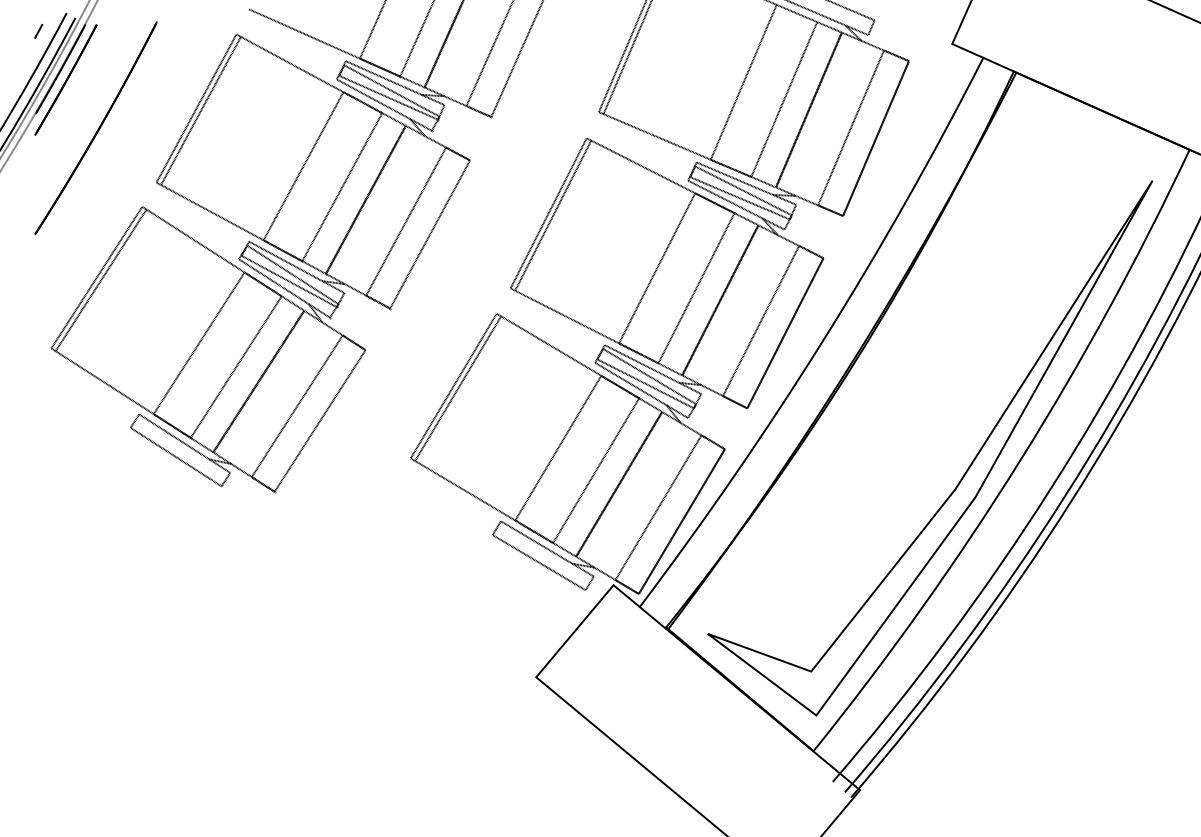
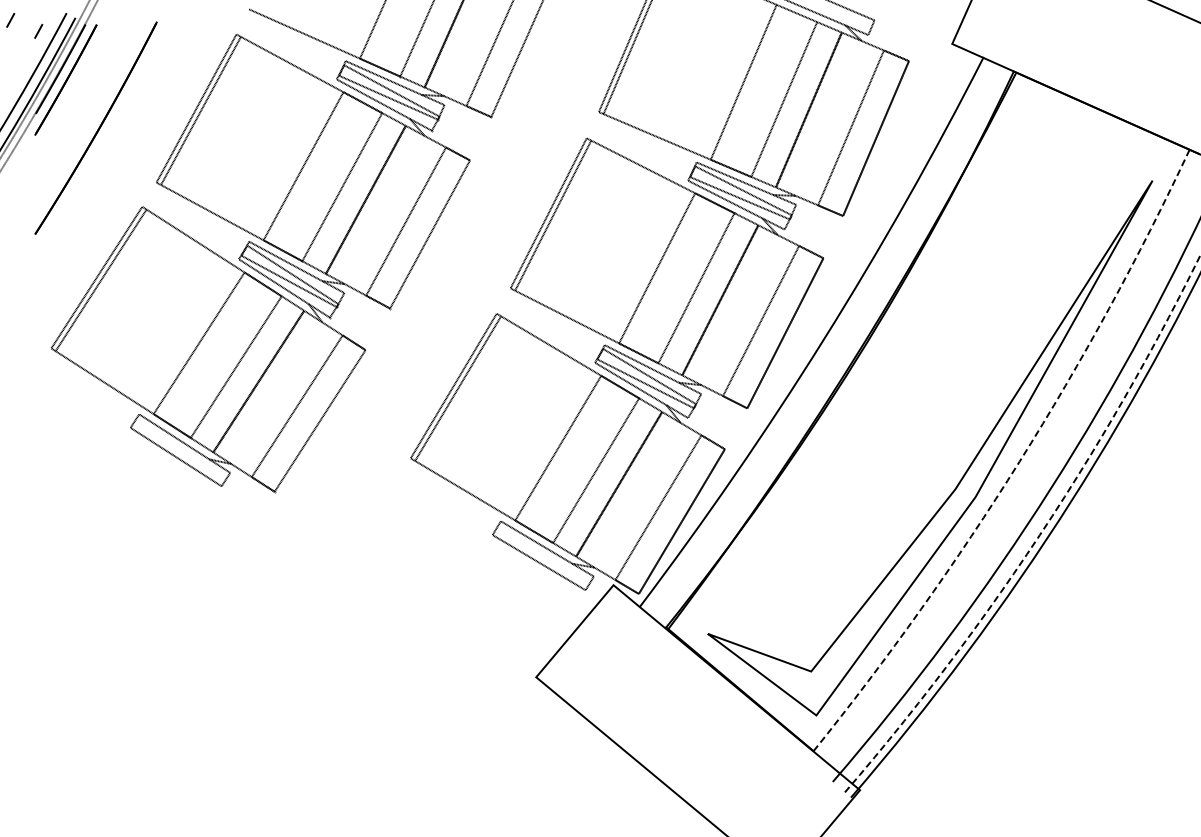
line at (10, 20): none -> present
arc at (1019, 461): solid -> dashed
arc at (1040, 534): solid -> dashed
